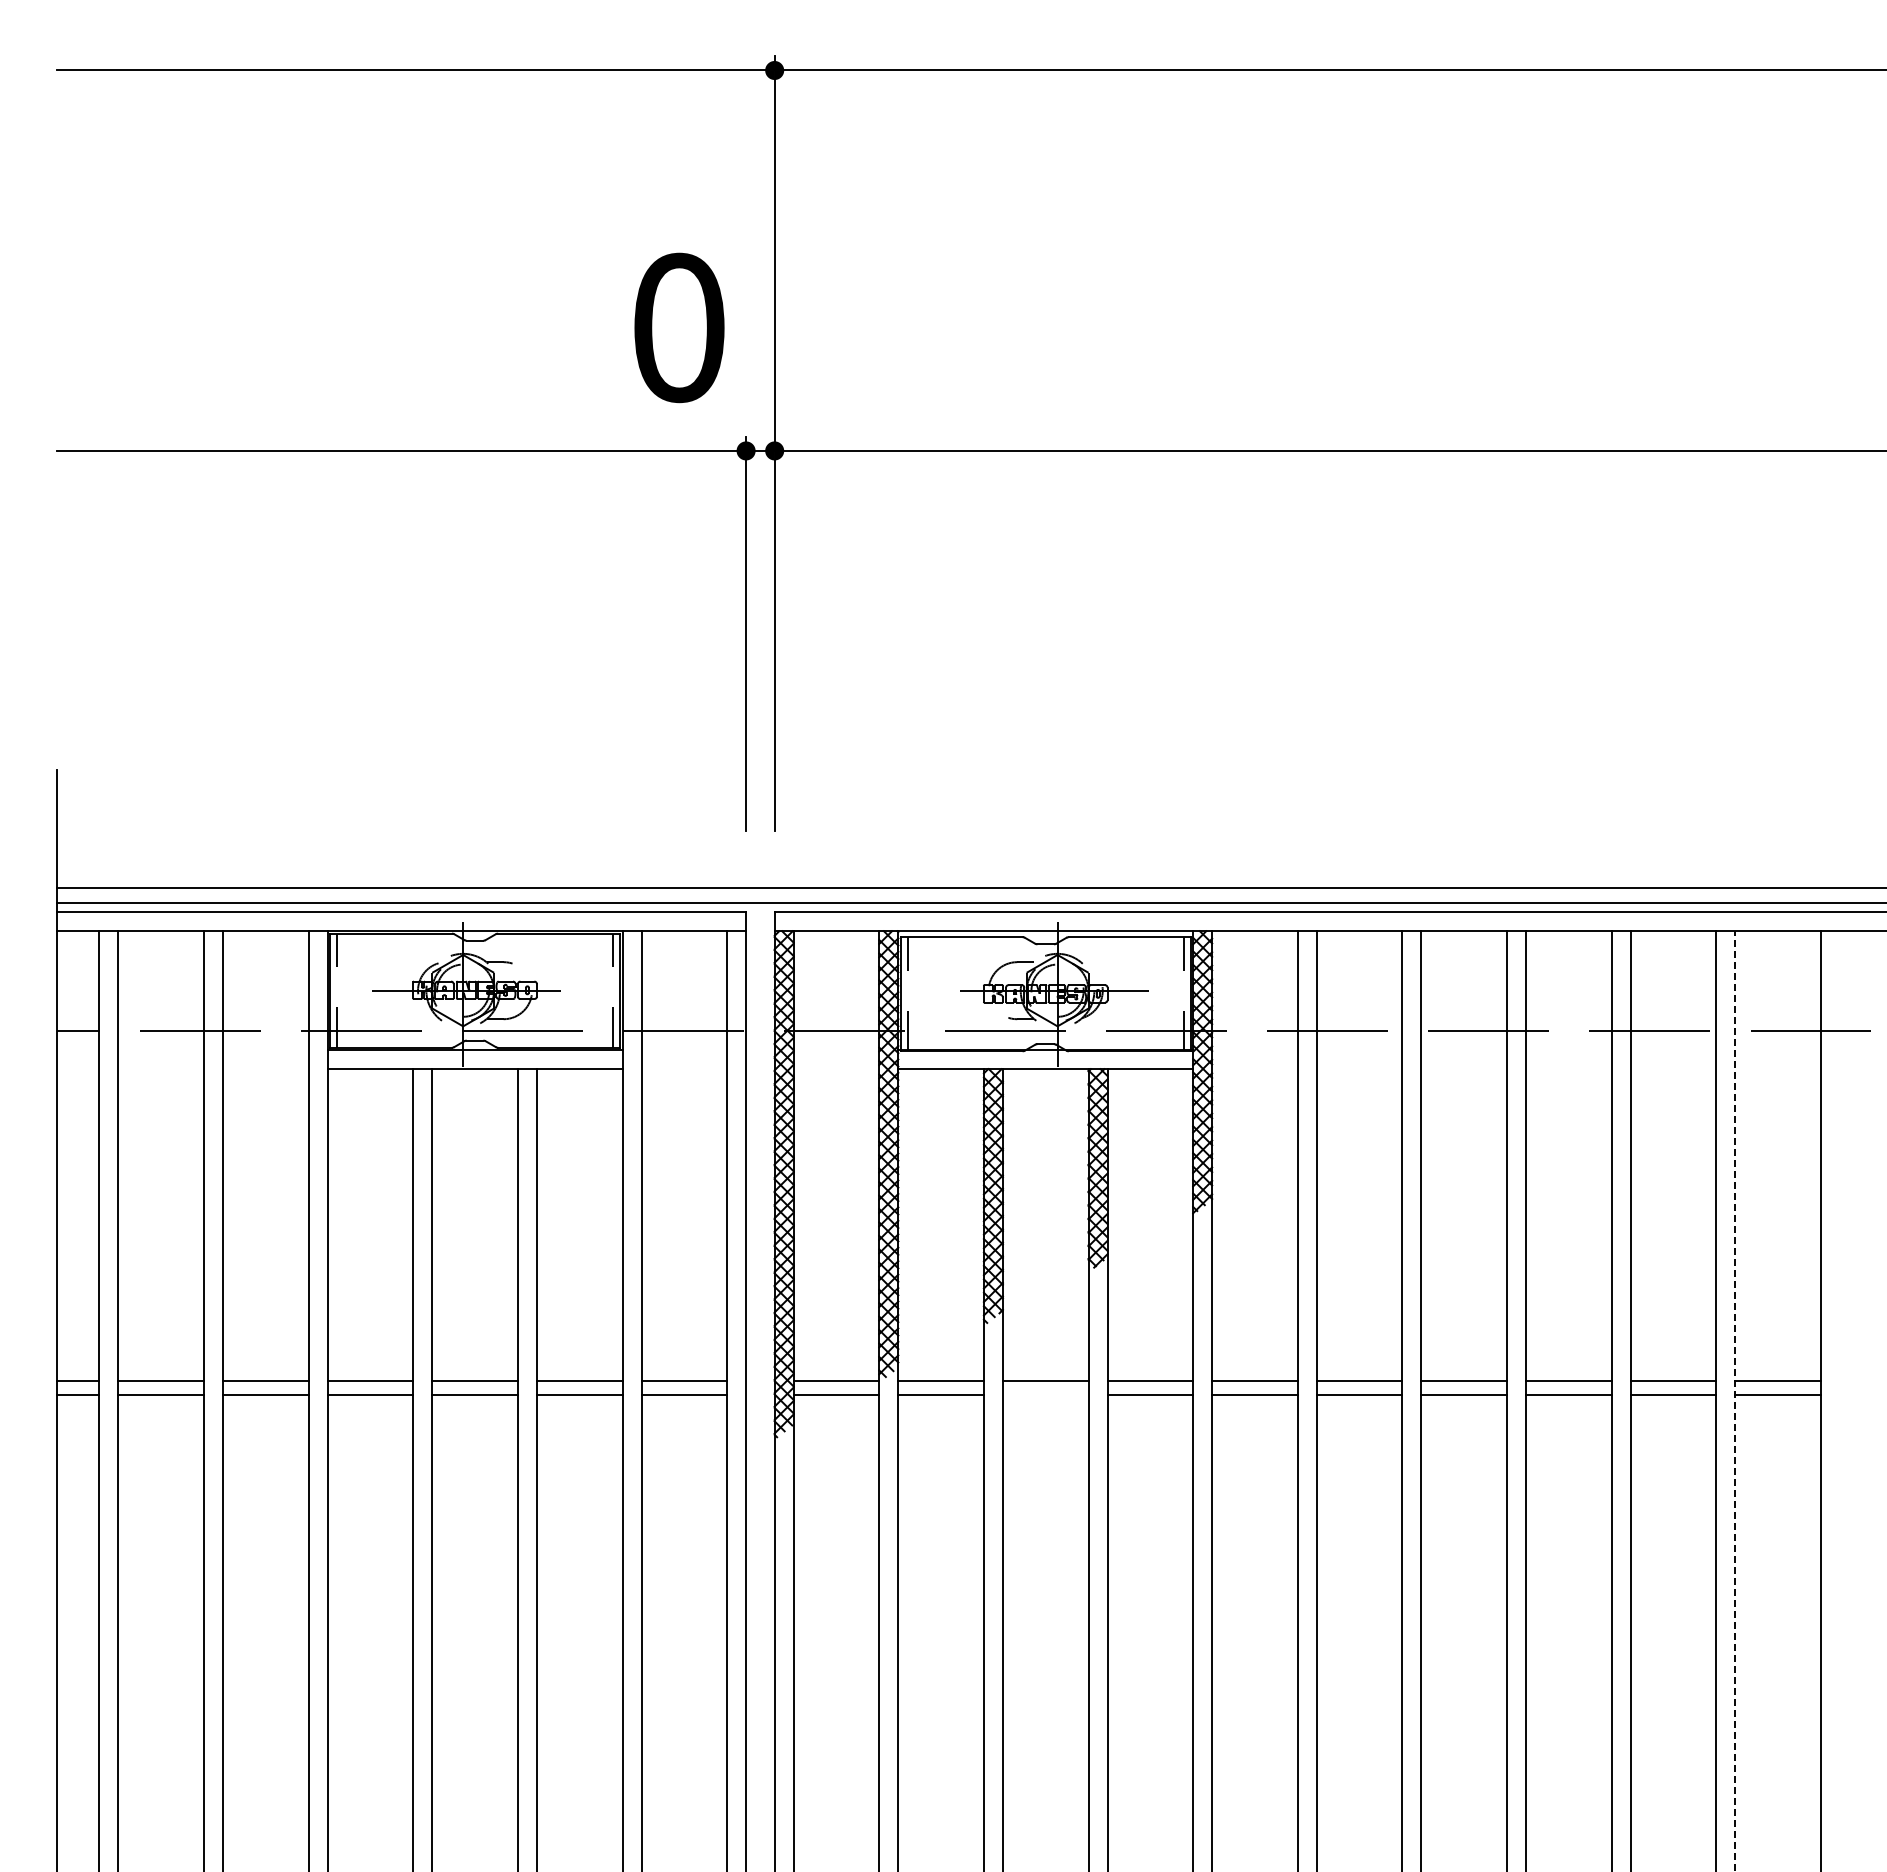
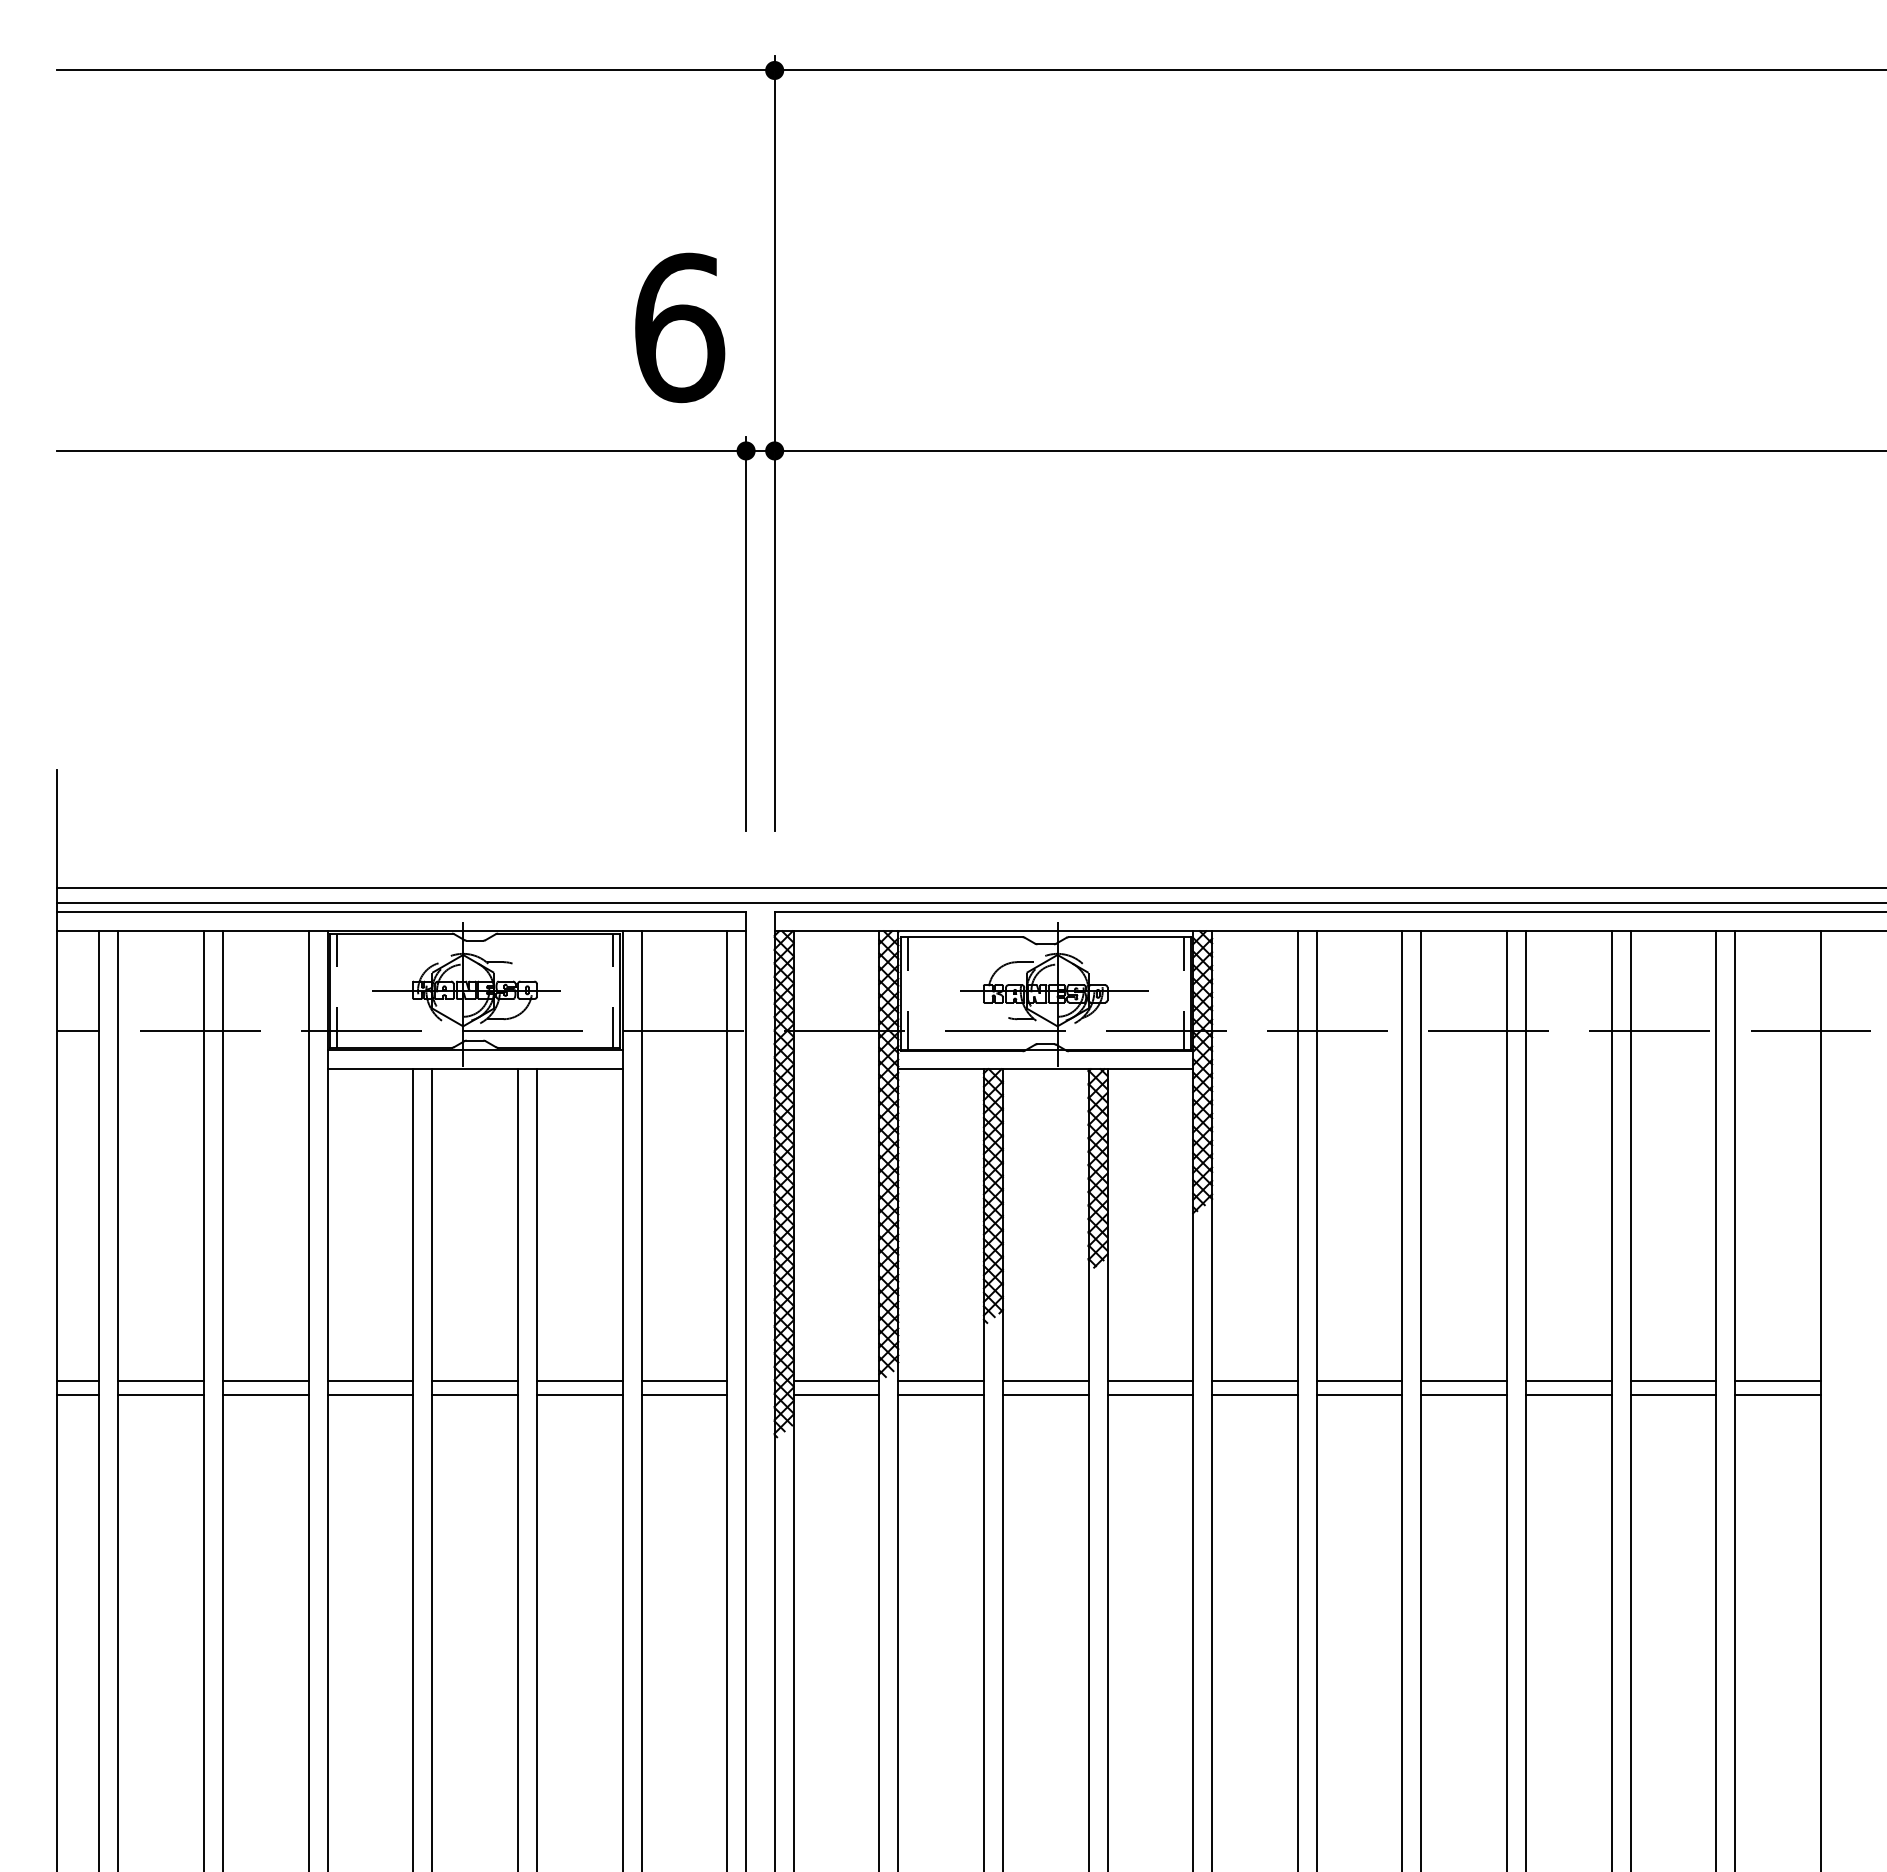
text at (679, 327): 0 -> 6
line at (1045, 1394): none -> present
line at (1735, 1401): dashed -> solid
